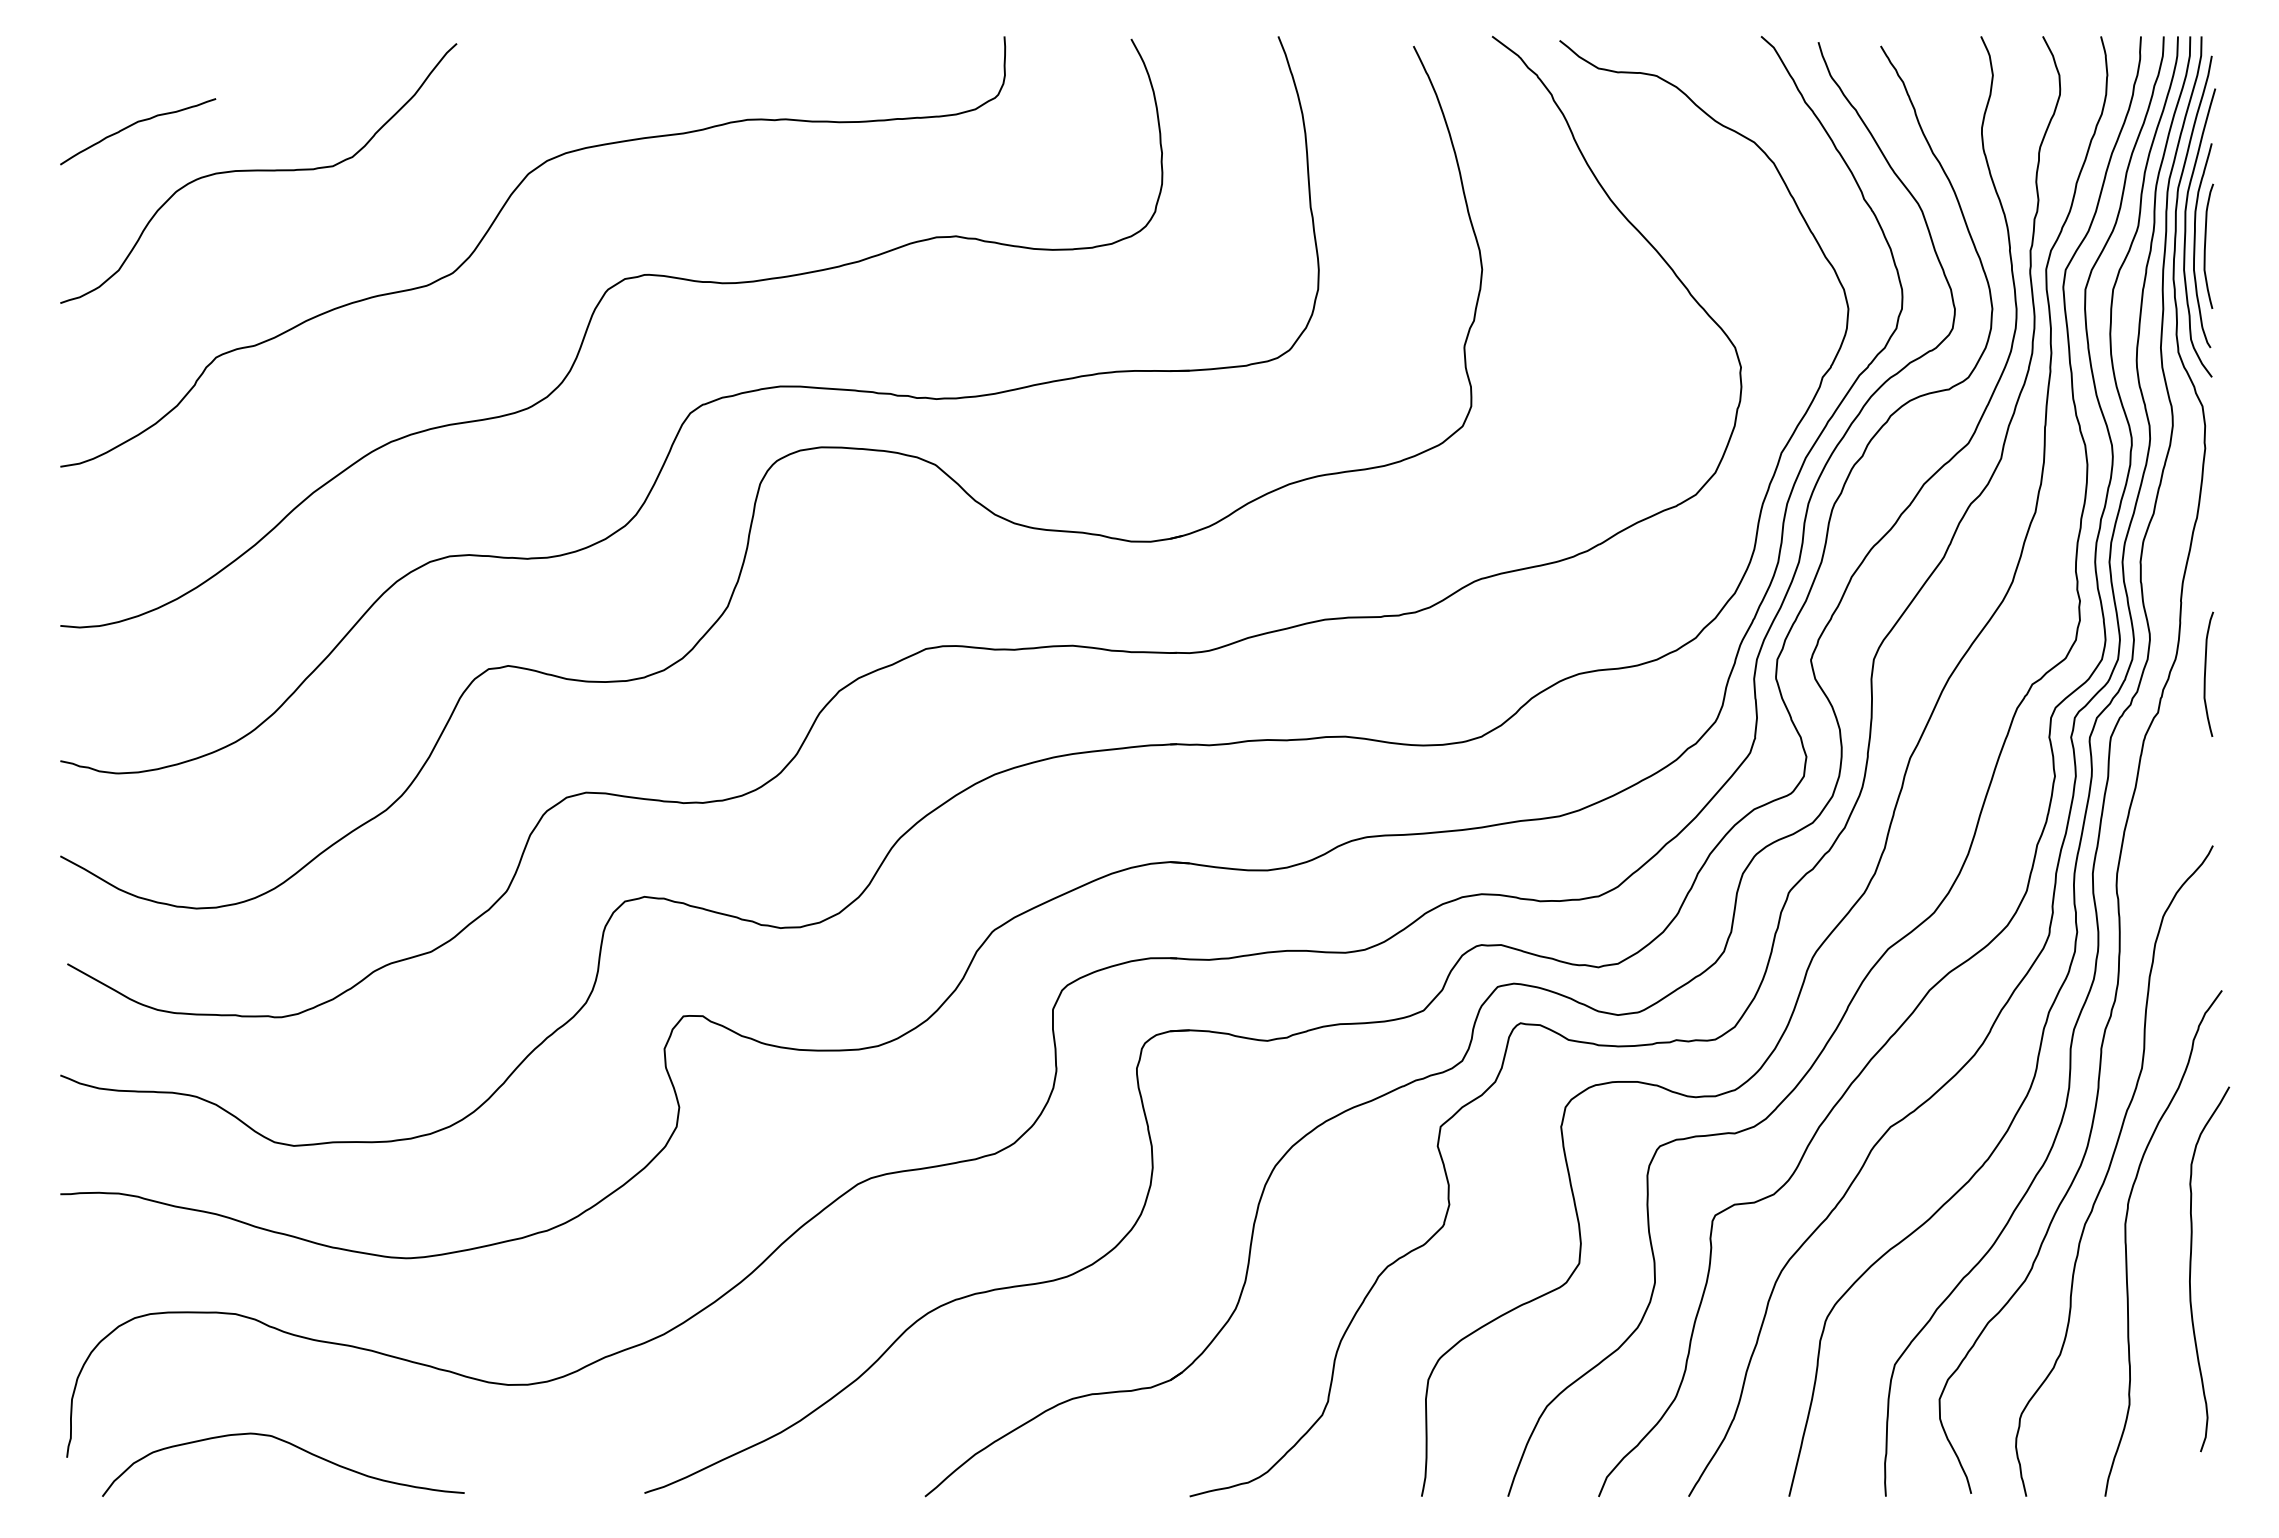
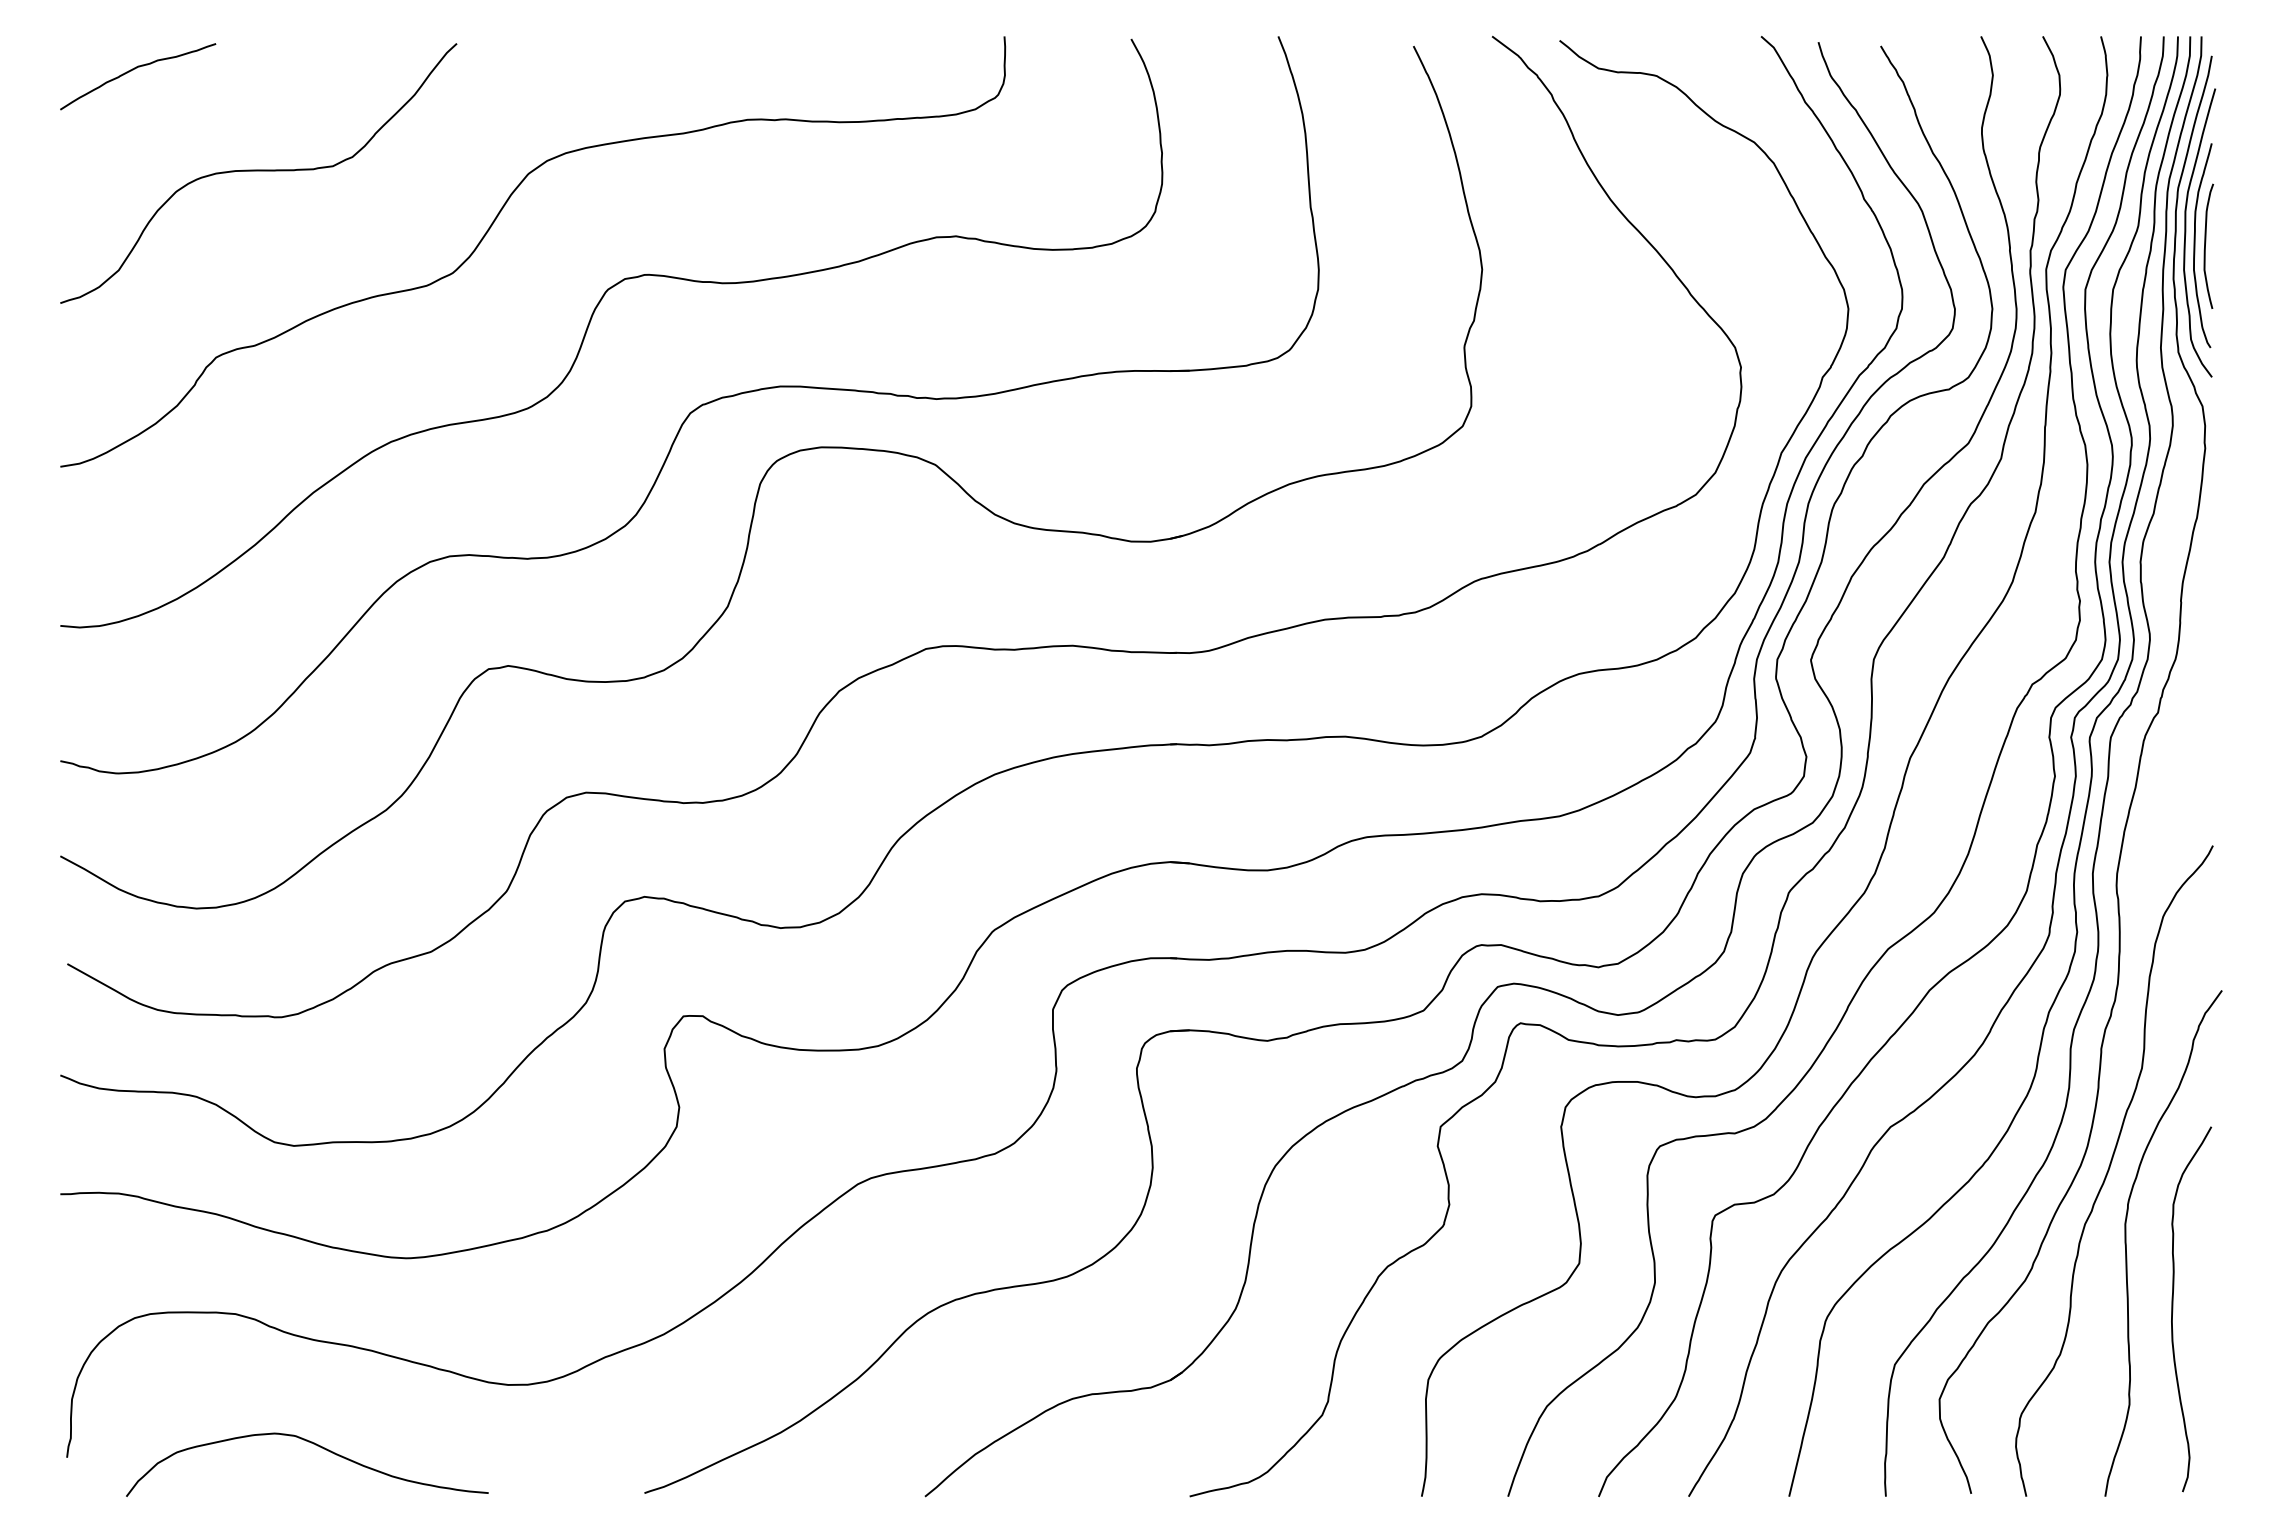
curve at (135, 124) position: (135, 124) -> (135, 69)
curve at (2205, 673): present -> none
curve at (2191, 1269) position: (2191, 1269) -> (2173, 1309)
curve at (293, 1446) position: (293, 1446) -> (317, 1446)
